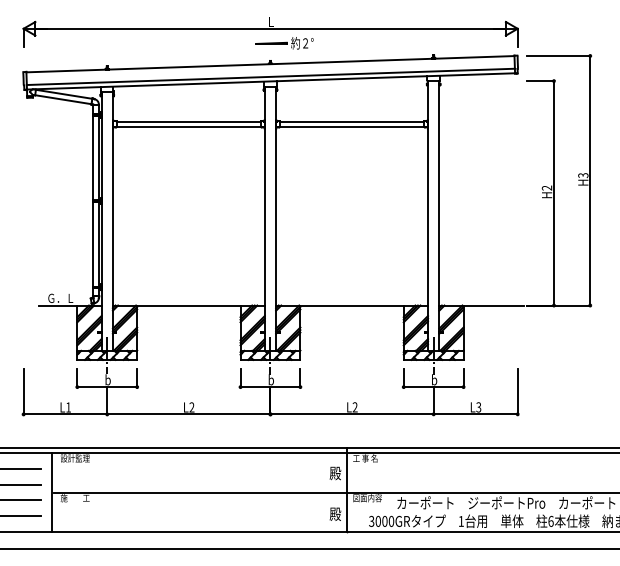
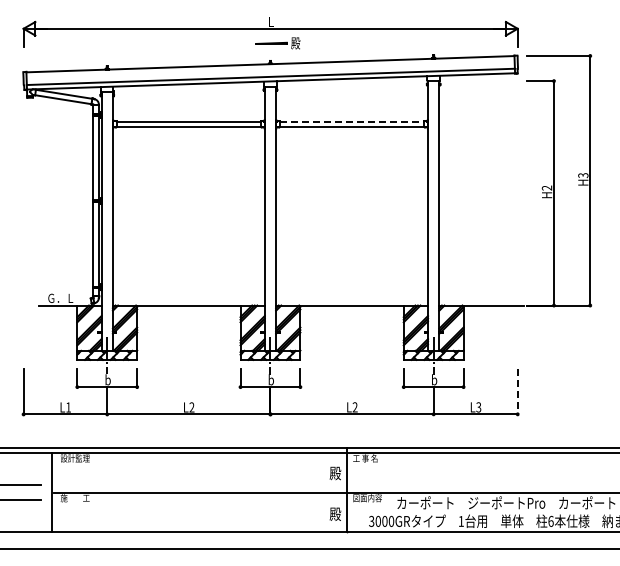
text at (302, 43): 約２° -> 殿
line at (352, 121): solid -> dashed
line at (517, 391): solid -> dashed
line at (21, 468): present -> none
line at (21, 516): present -> none
